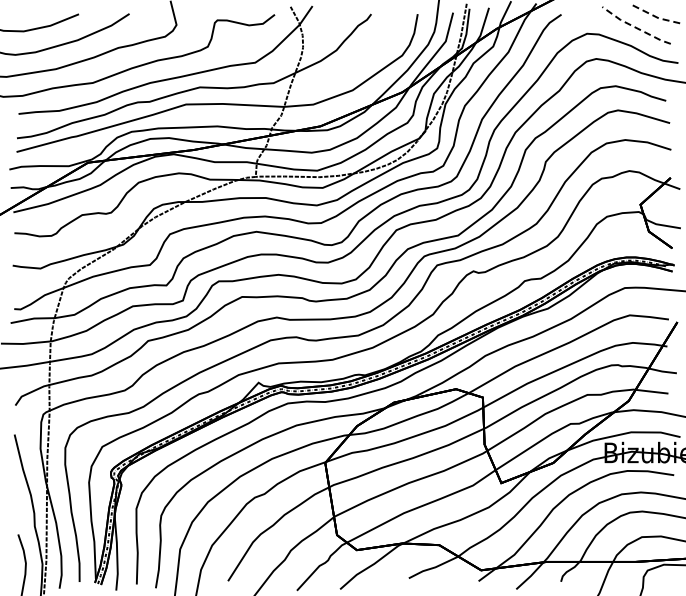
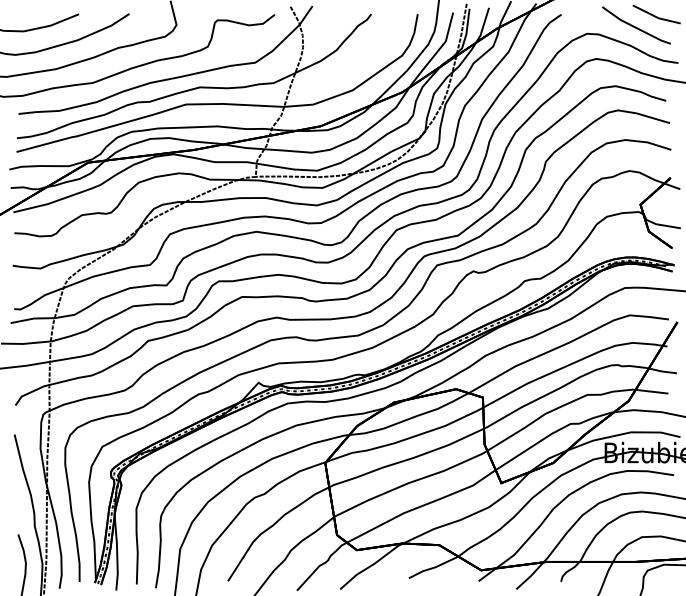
line at (656, 17): dashed -> solid
line at (635, 27): dashed -> solid
